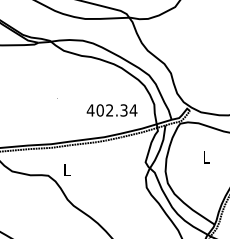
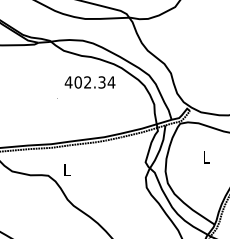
text at (111, 110) position: (111, 110) -> (89, 82)
